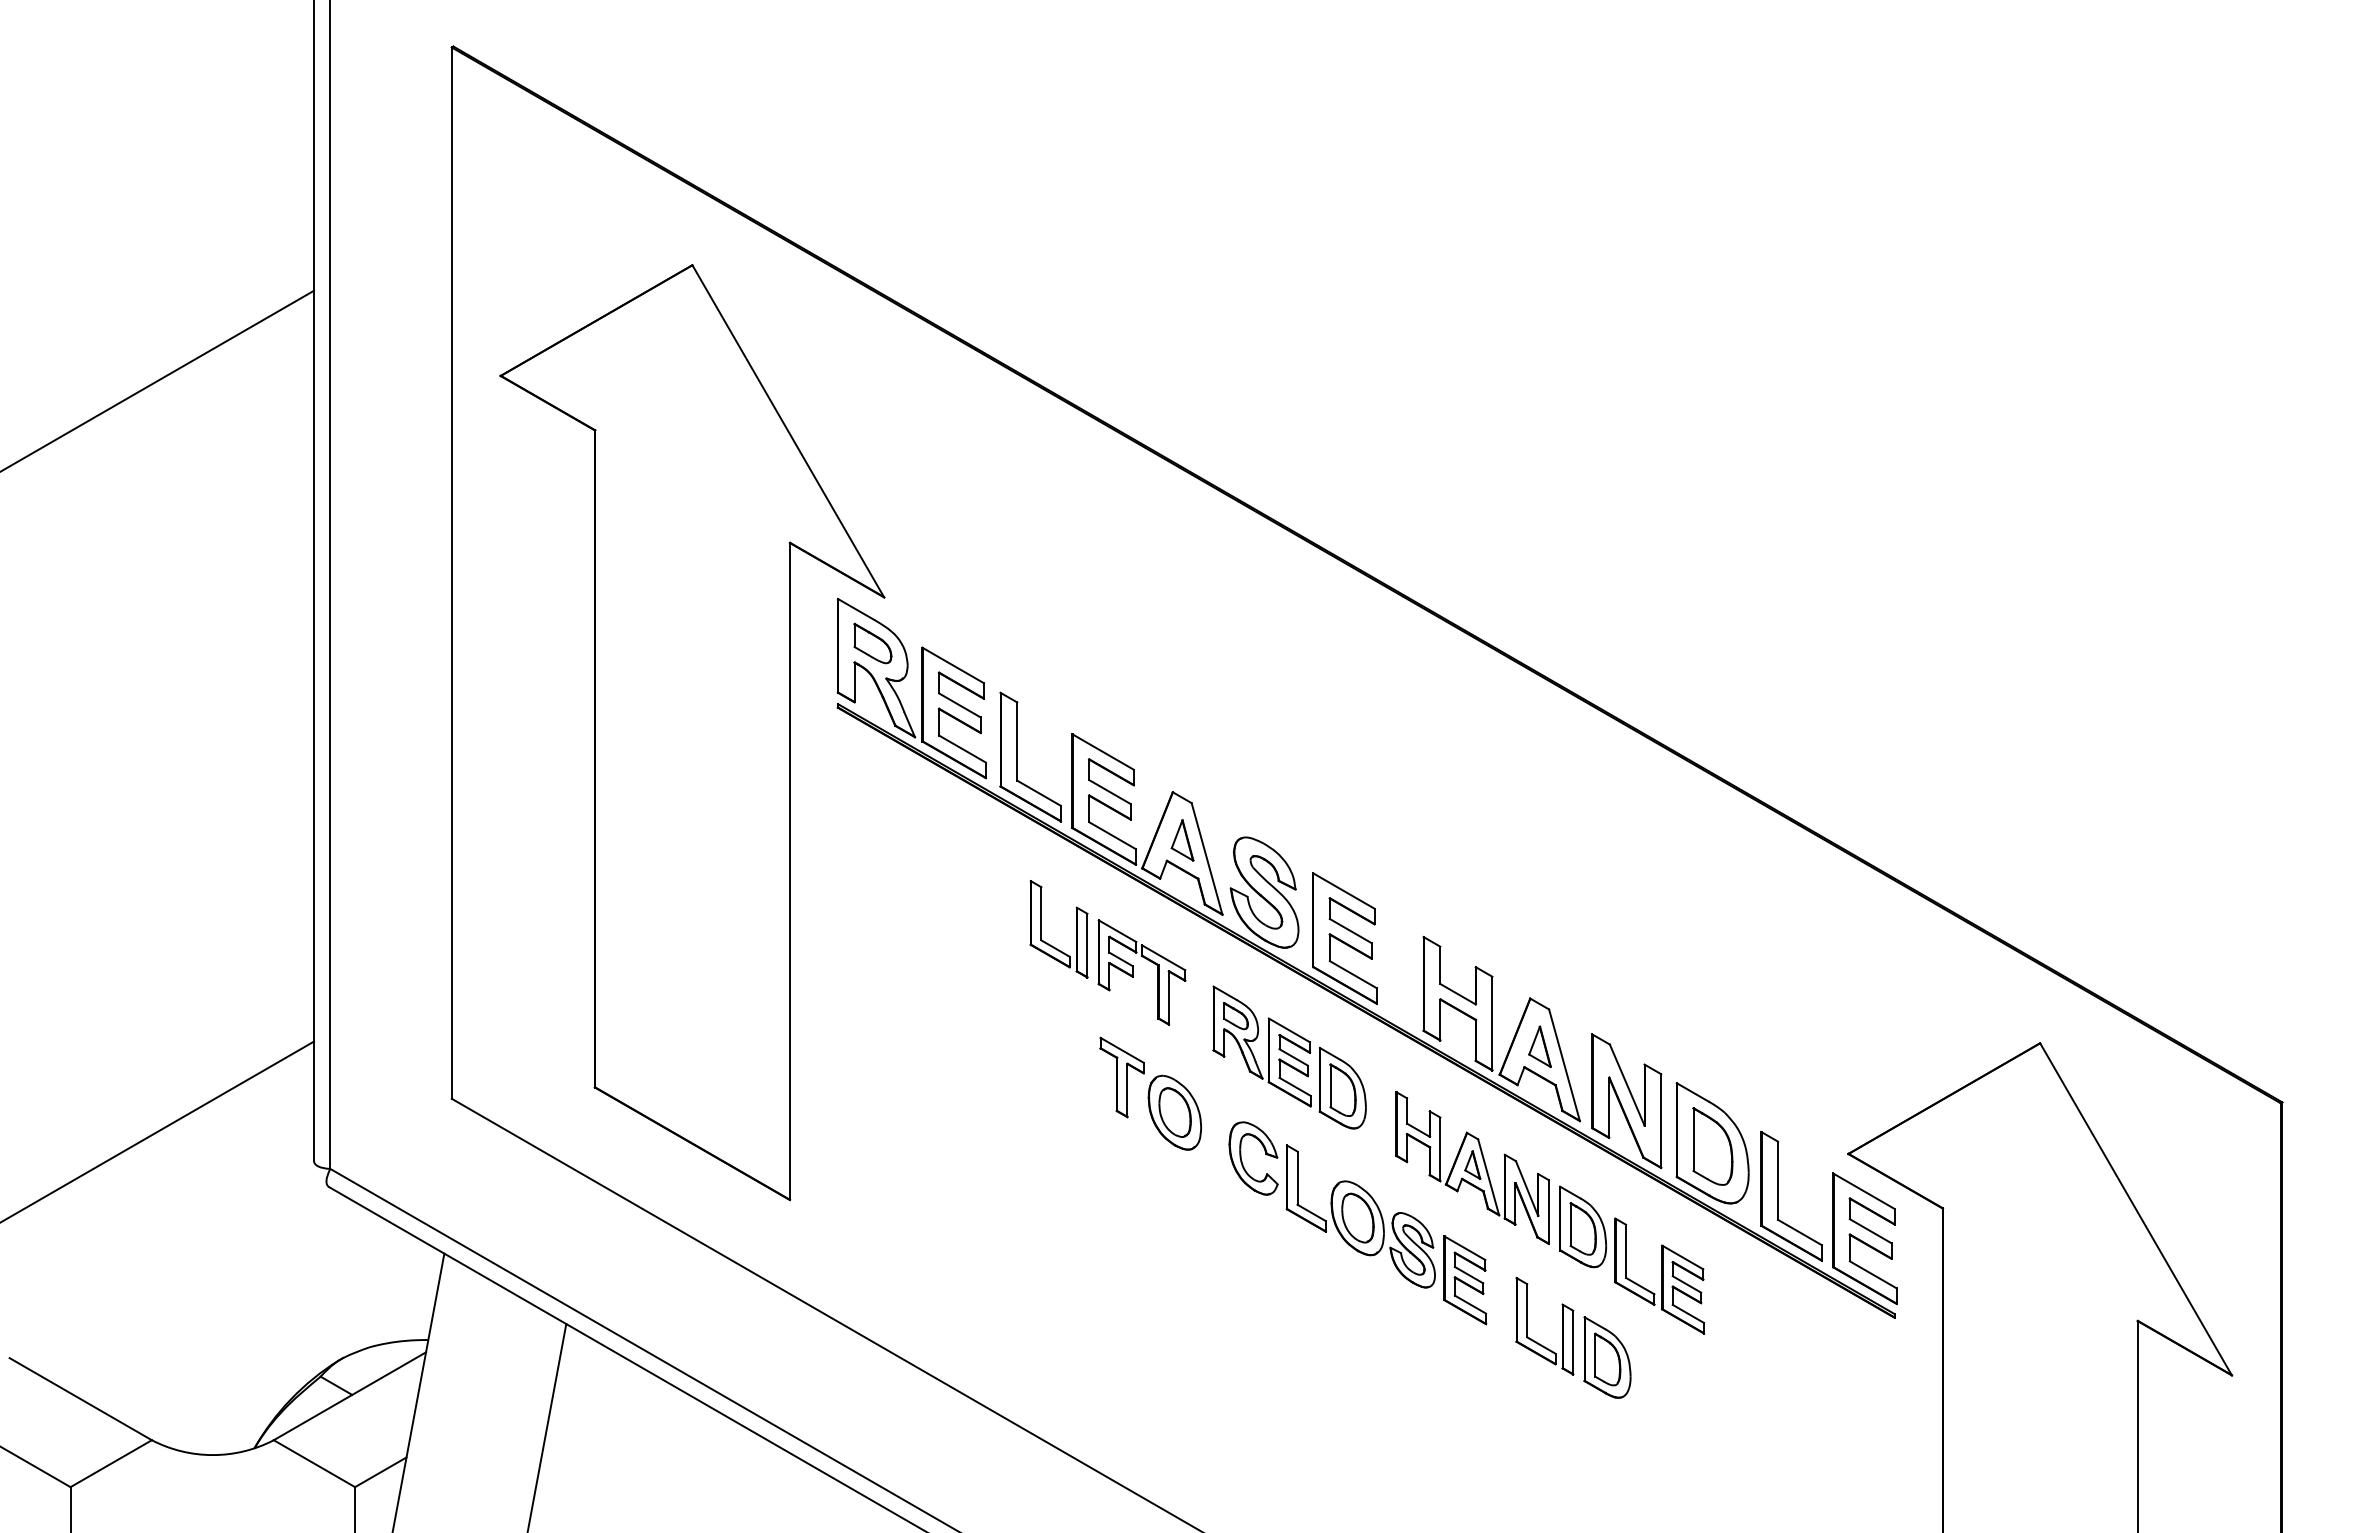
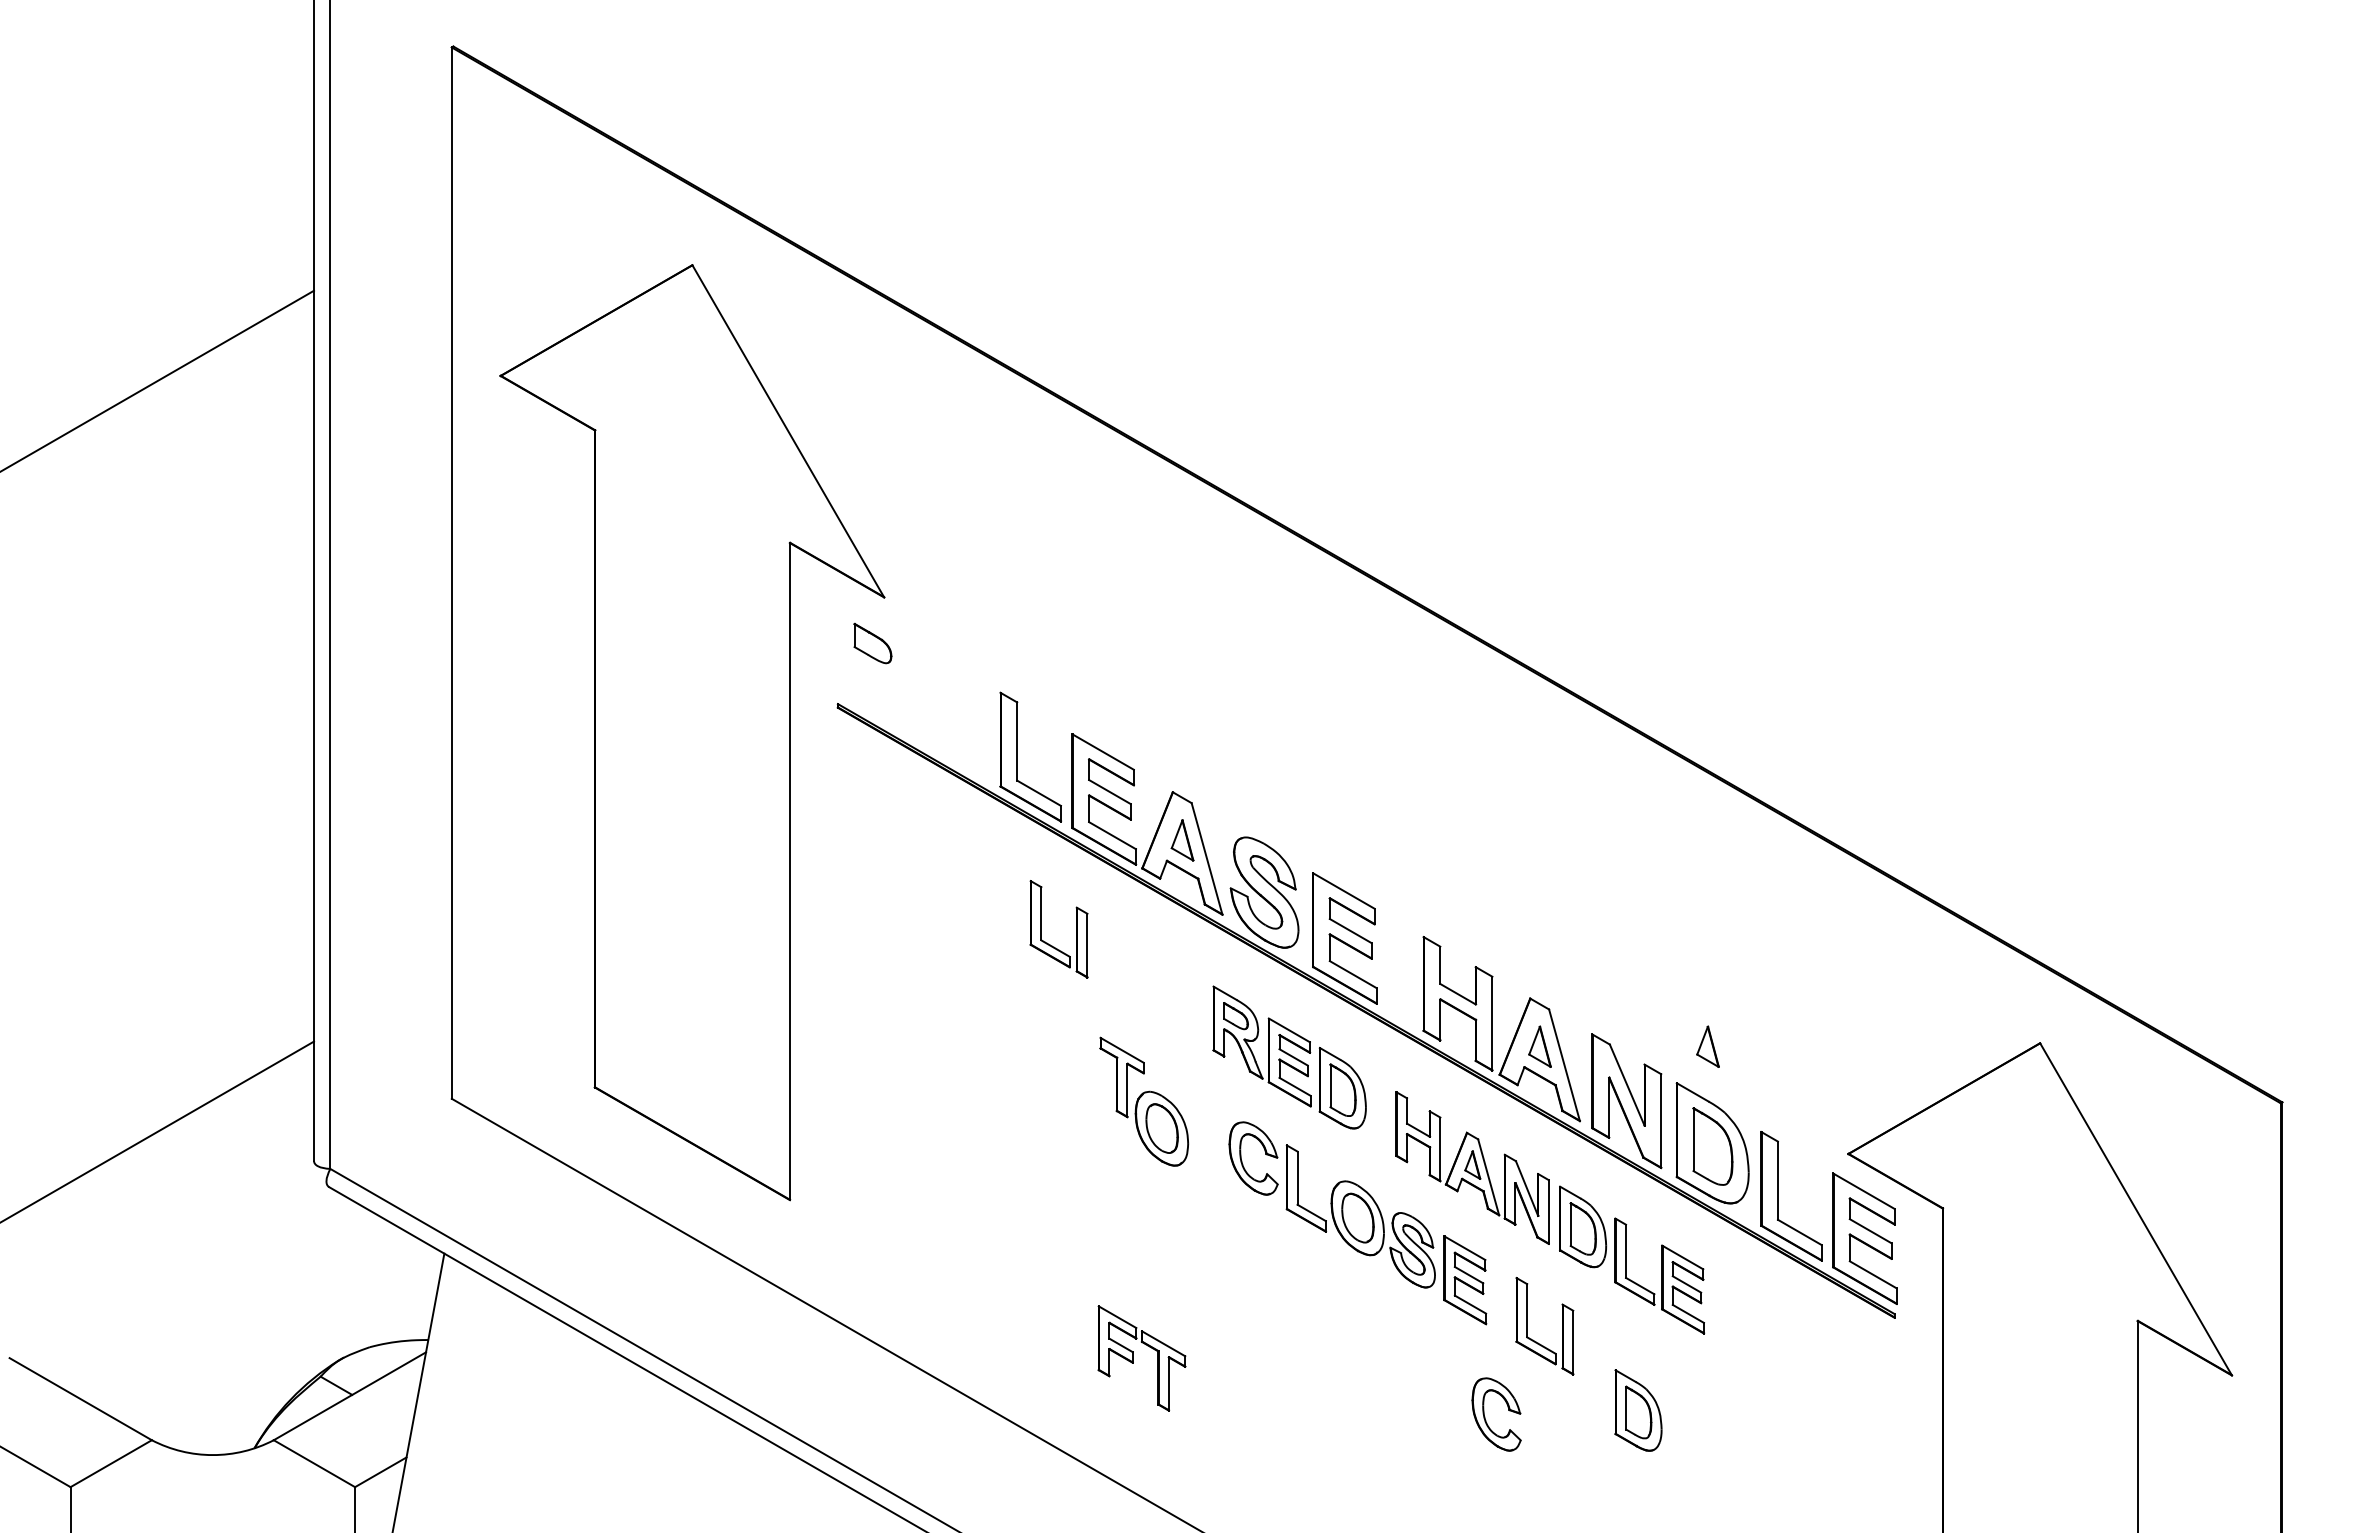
part at (921, 688): present -> none
part at (1133, 972) position: (1133, 972) -> (1133, 1358)
part at (1707, 1046): none -> present
part at (1174, 1112) position: (1174, 1112) -> (1161, 1128)
part at (1607, 1357) position: (1607, 1357) -> (1638, 1410)
part at (1485, 1416): none -> present
line at (547, 1426): present -> none
